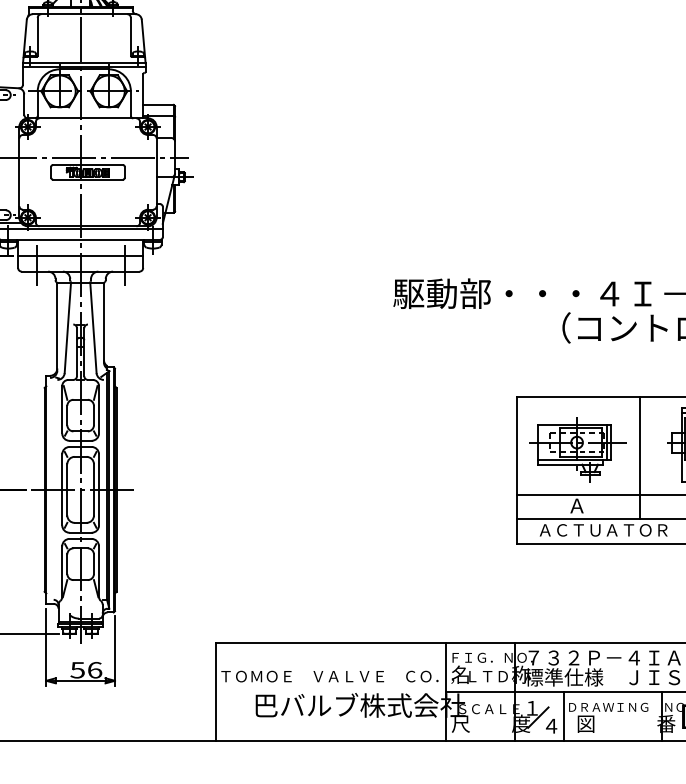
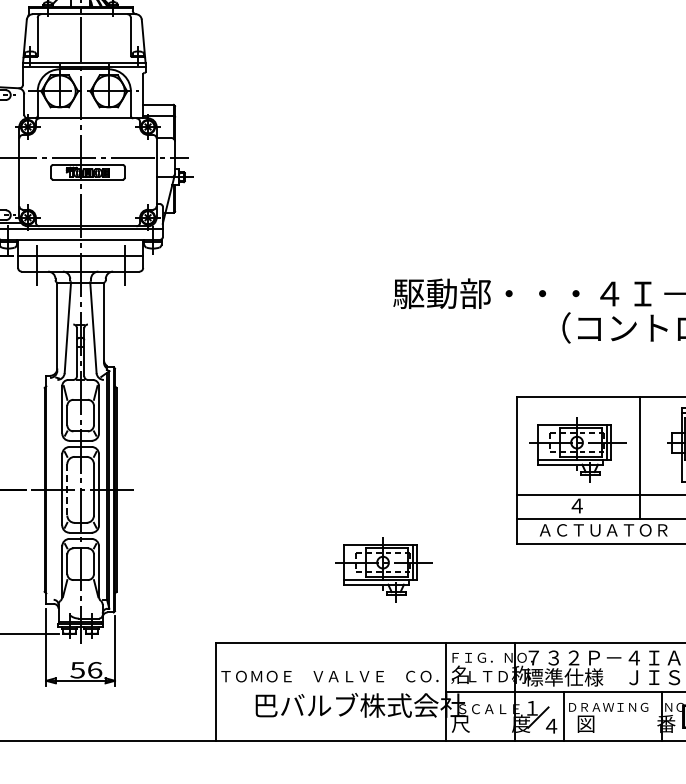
line at (67, 489): solid -> dashed
text at (576, 505): Ａ -> ４
part at (383, 569): none -> present
